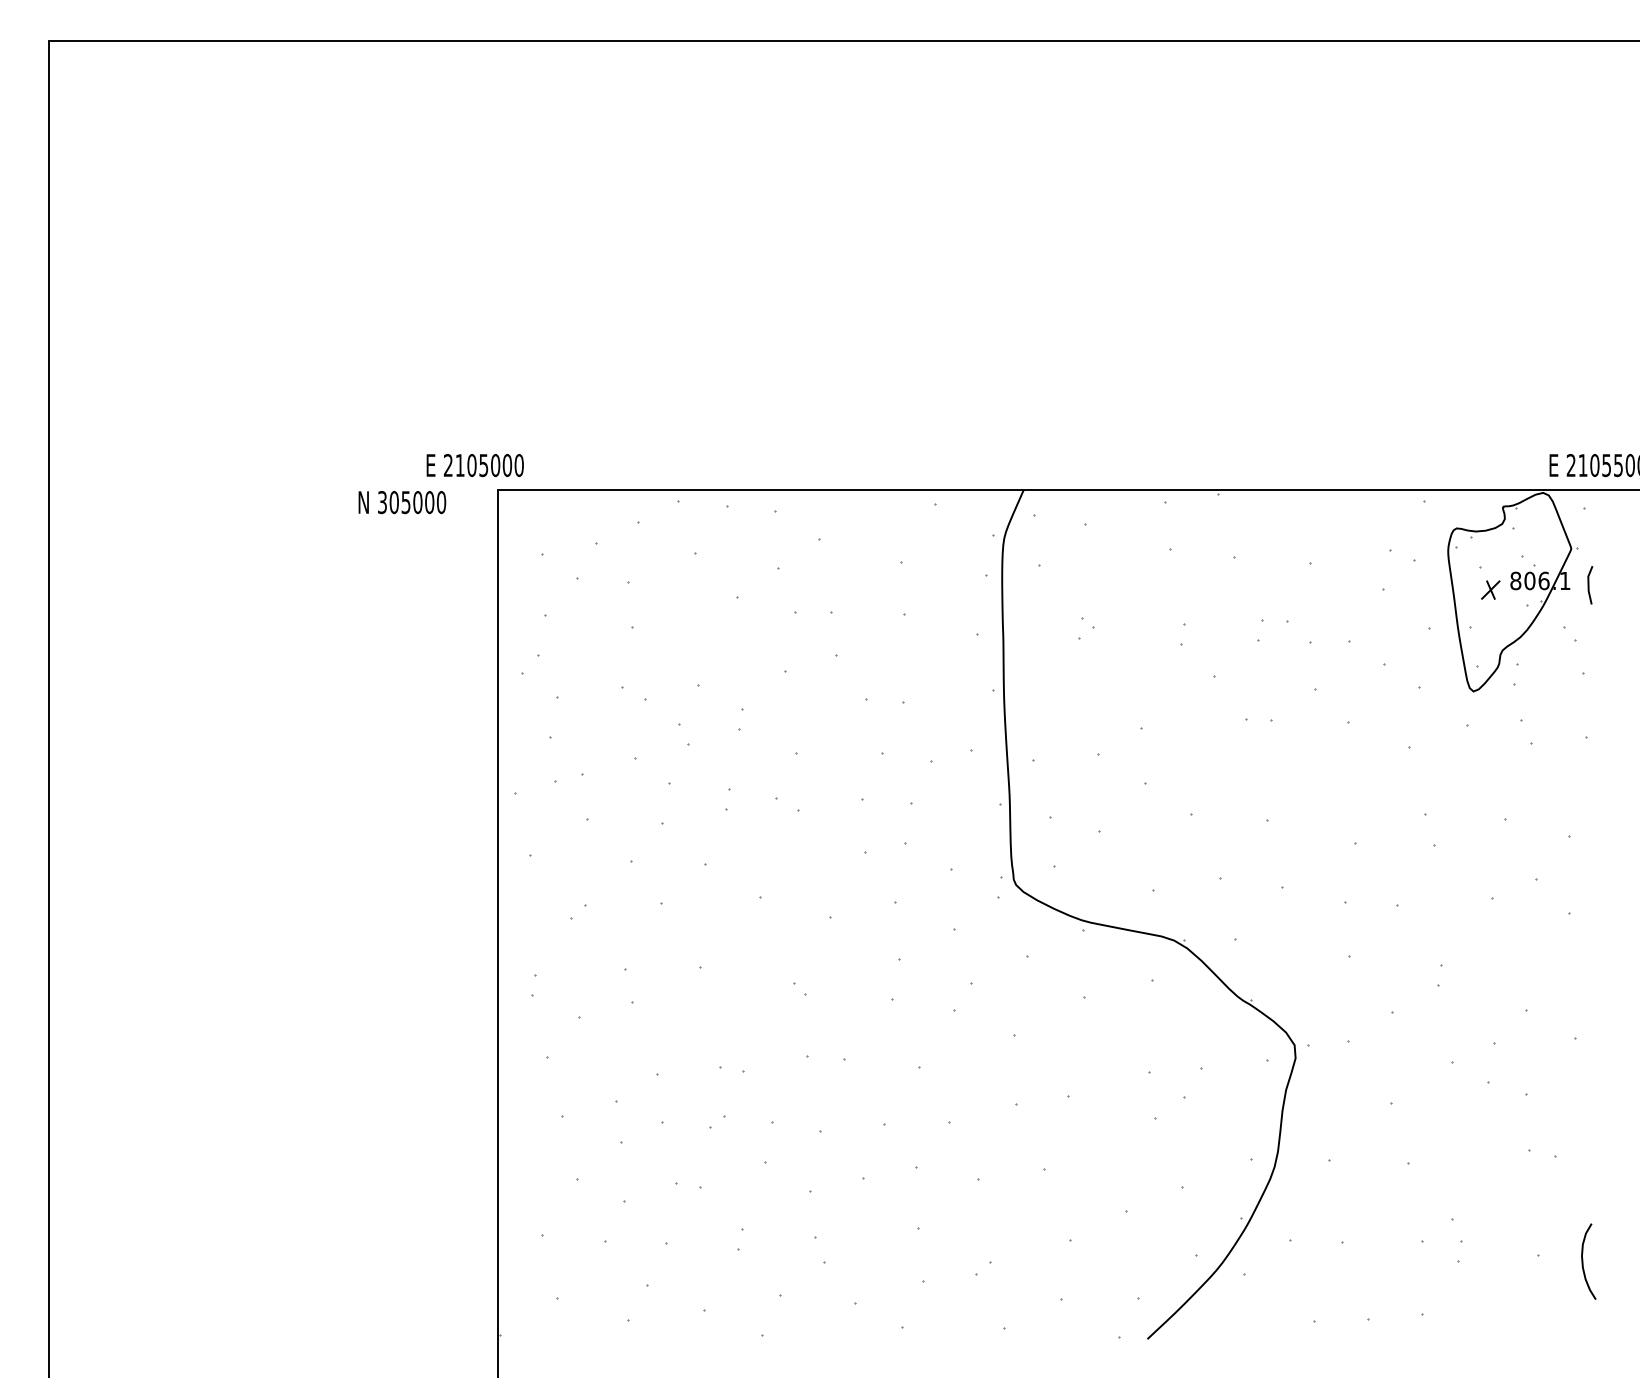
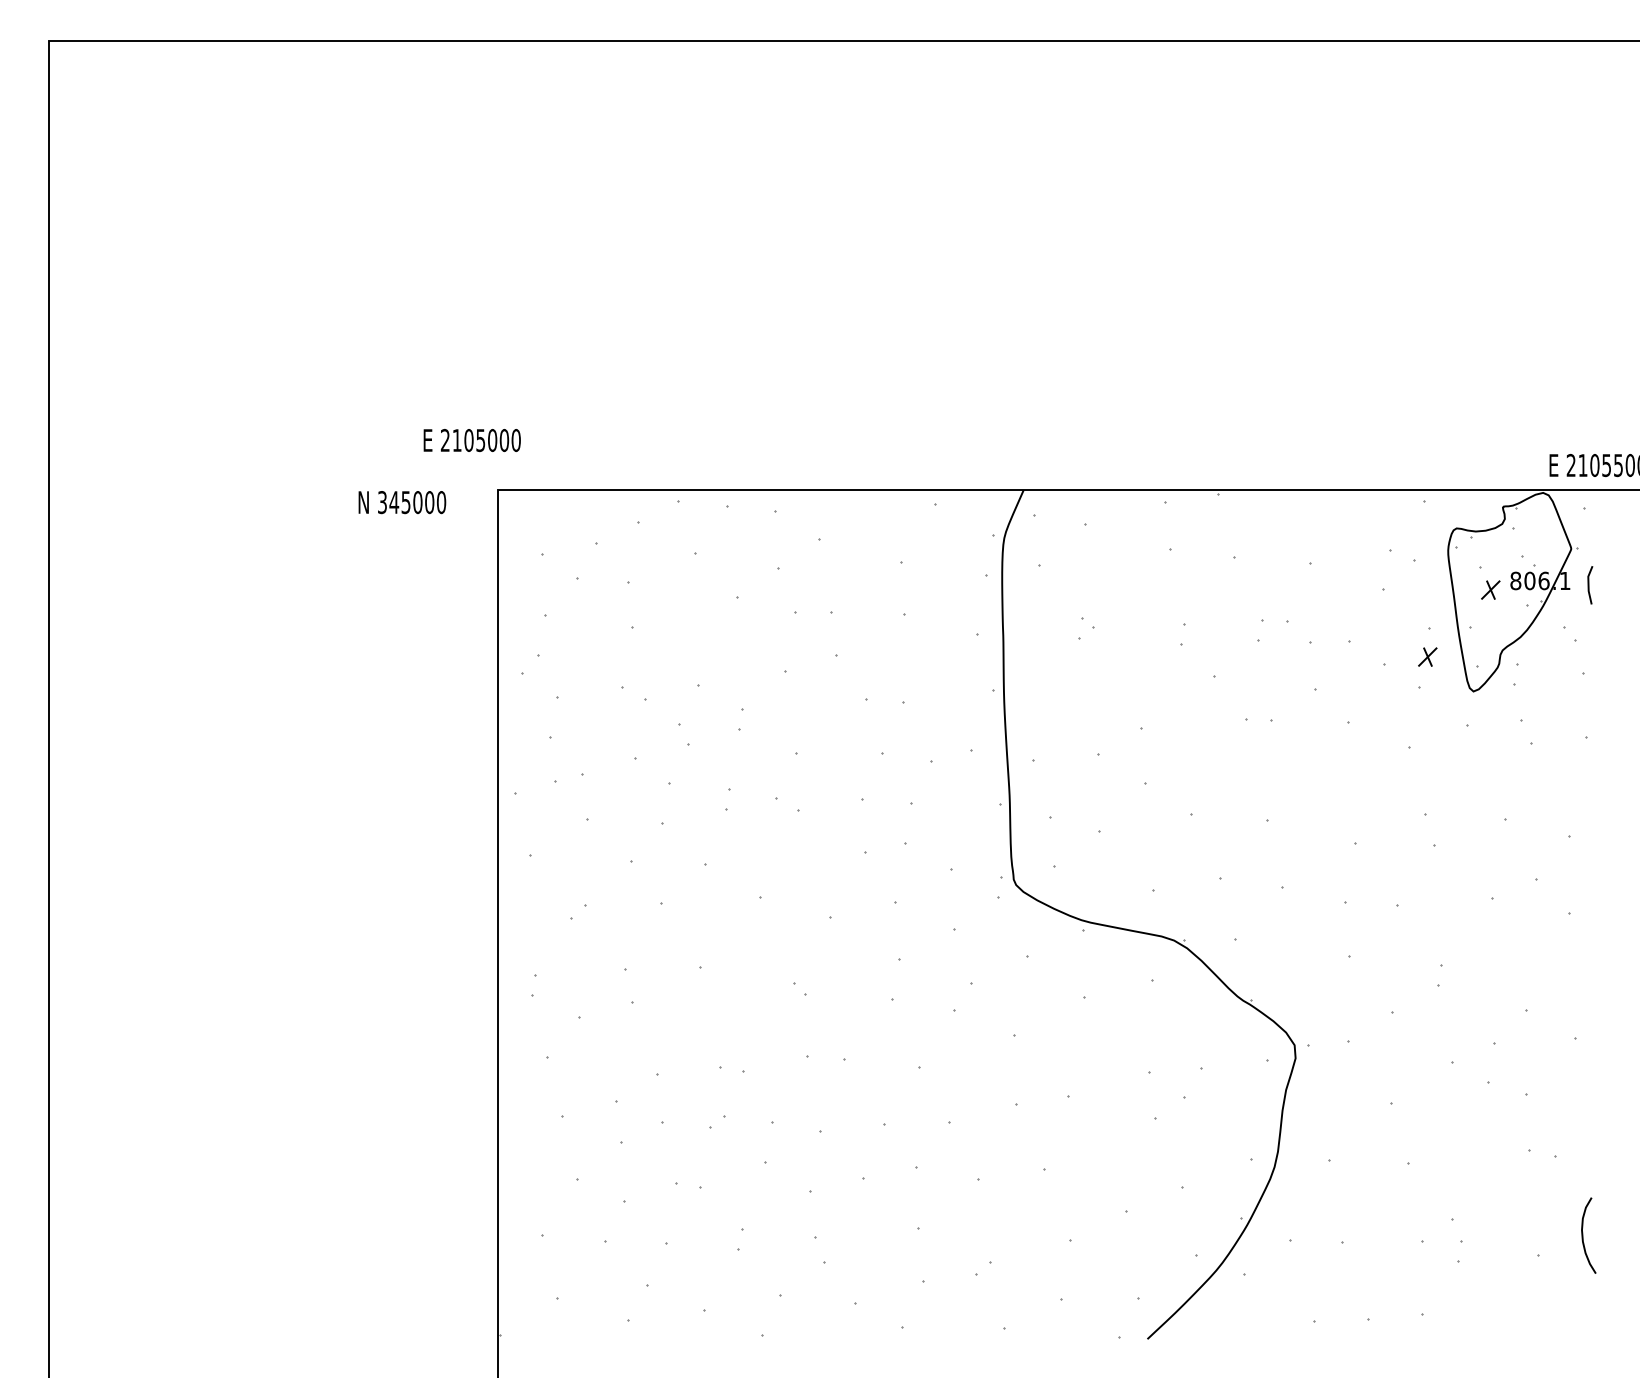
text at (474, 465) position: (474, 465) -> (471, 440)
text at (394, 502): 305000 -> 345000
part at (1427, 656): none -> present
curve at (1583, 1261) position: (1583, 1261) -> (1583, 1235)
